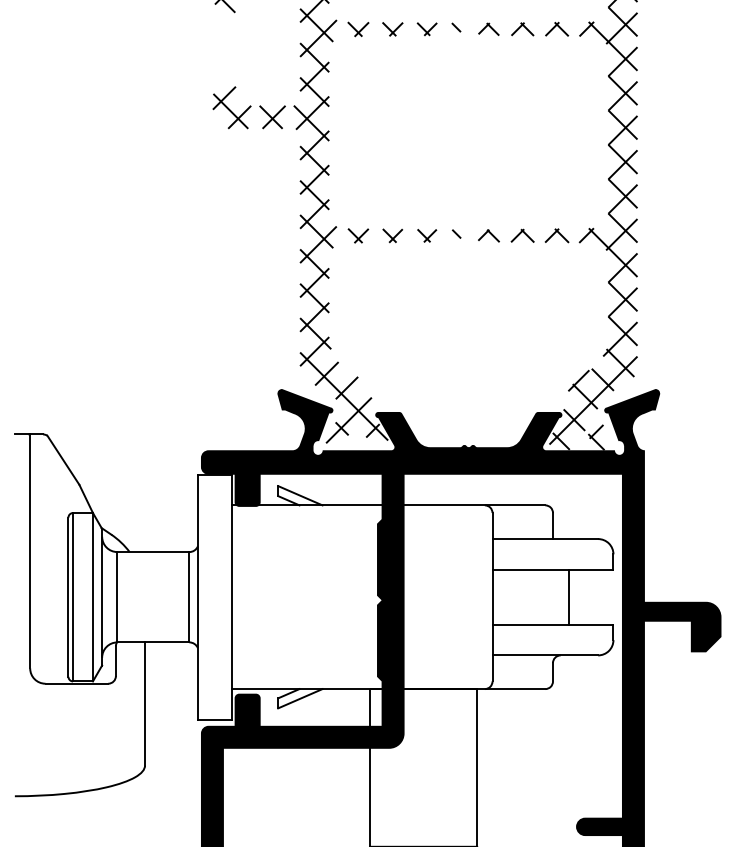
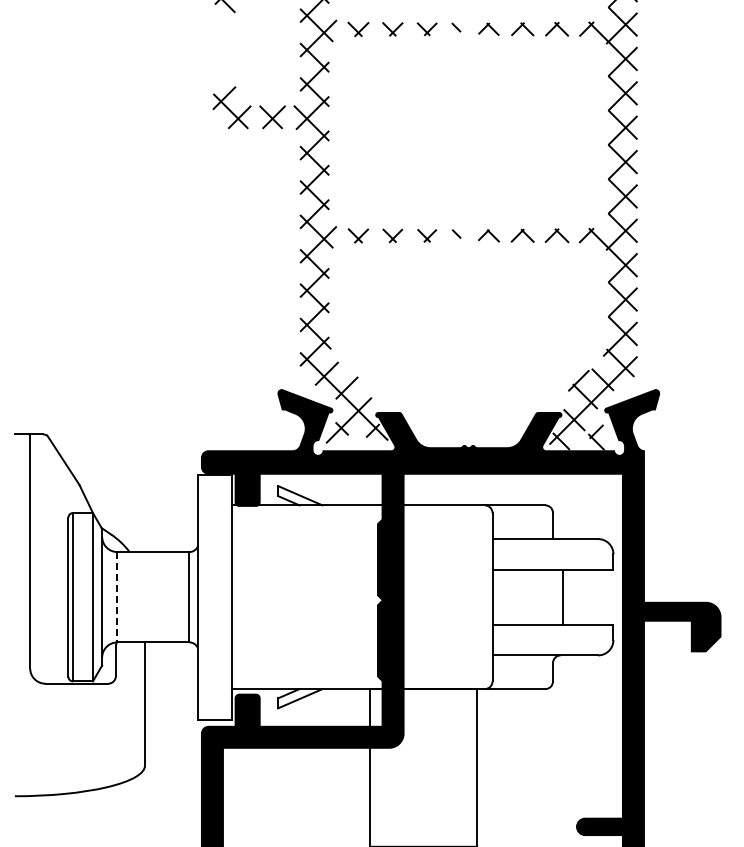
line at (569, 596) position: (569, 596) -> (563, 596)
line at (117, 597): solid -> dashed
